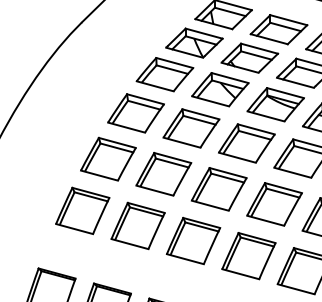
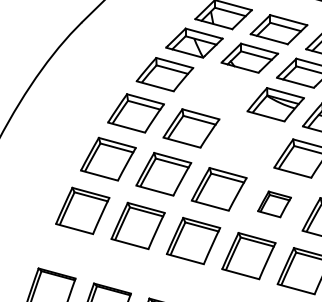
part at (220, 89): present -> none
part at (246, 143): present -> none
part at (274, 204) size: 57x45 px -> 35x29 px
